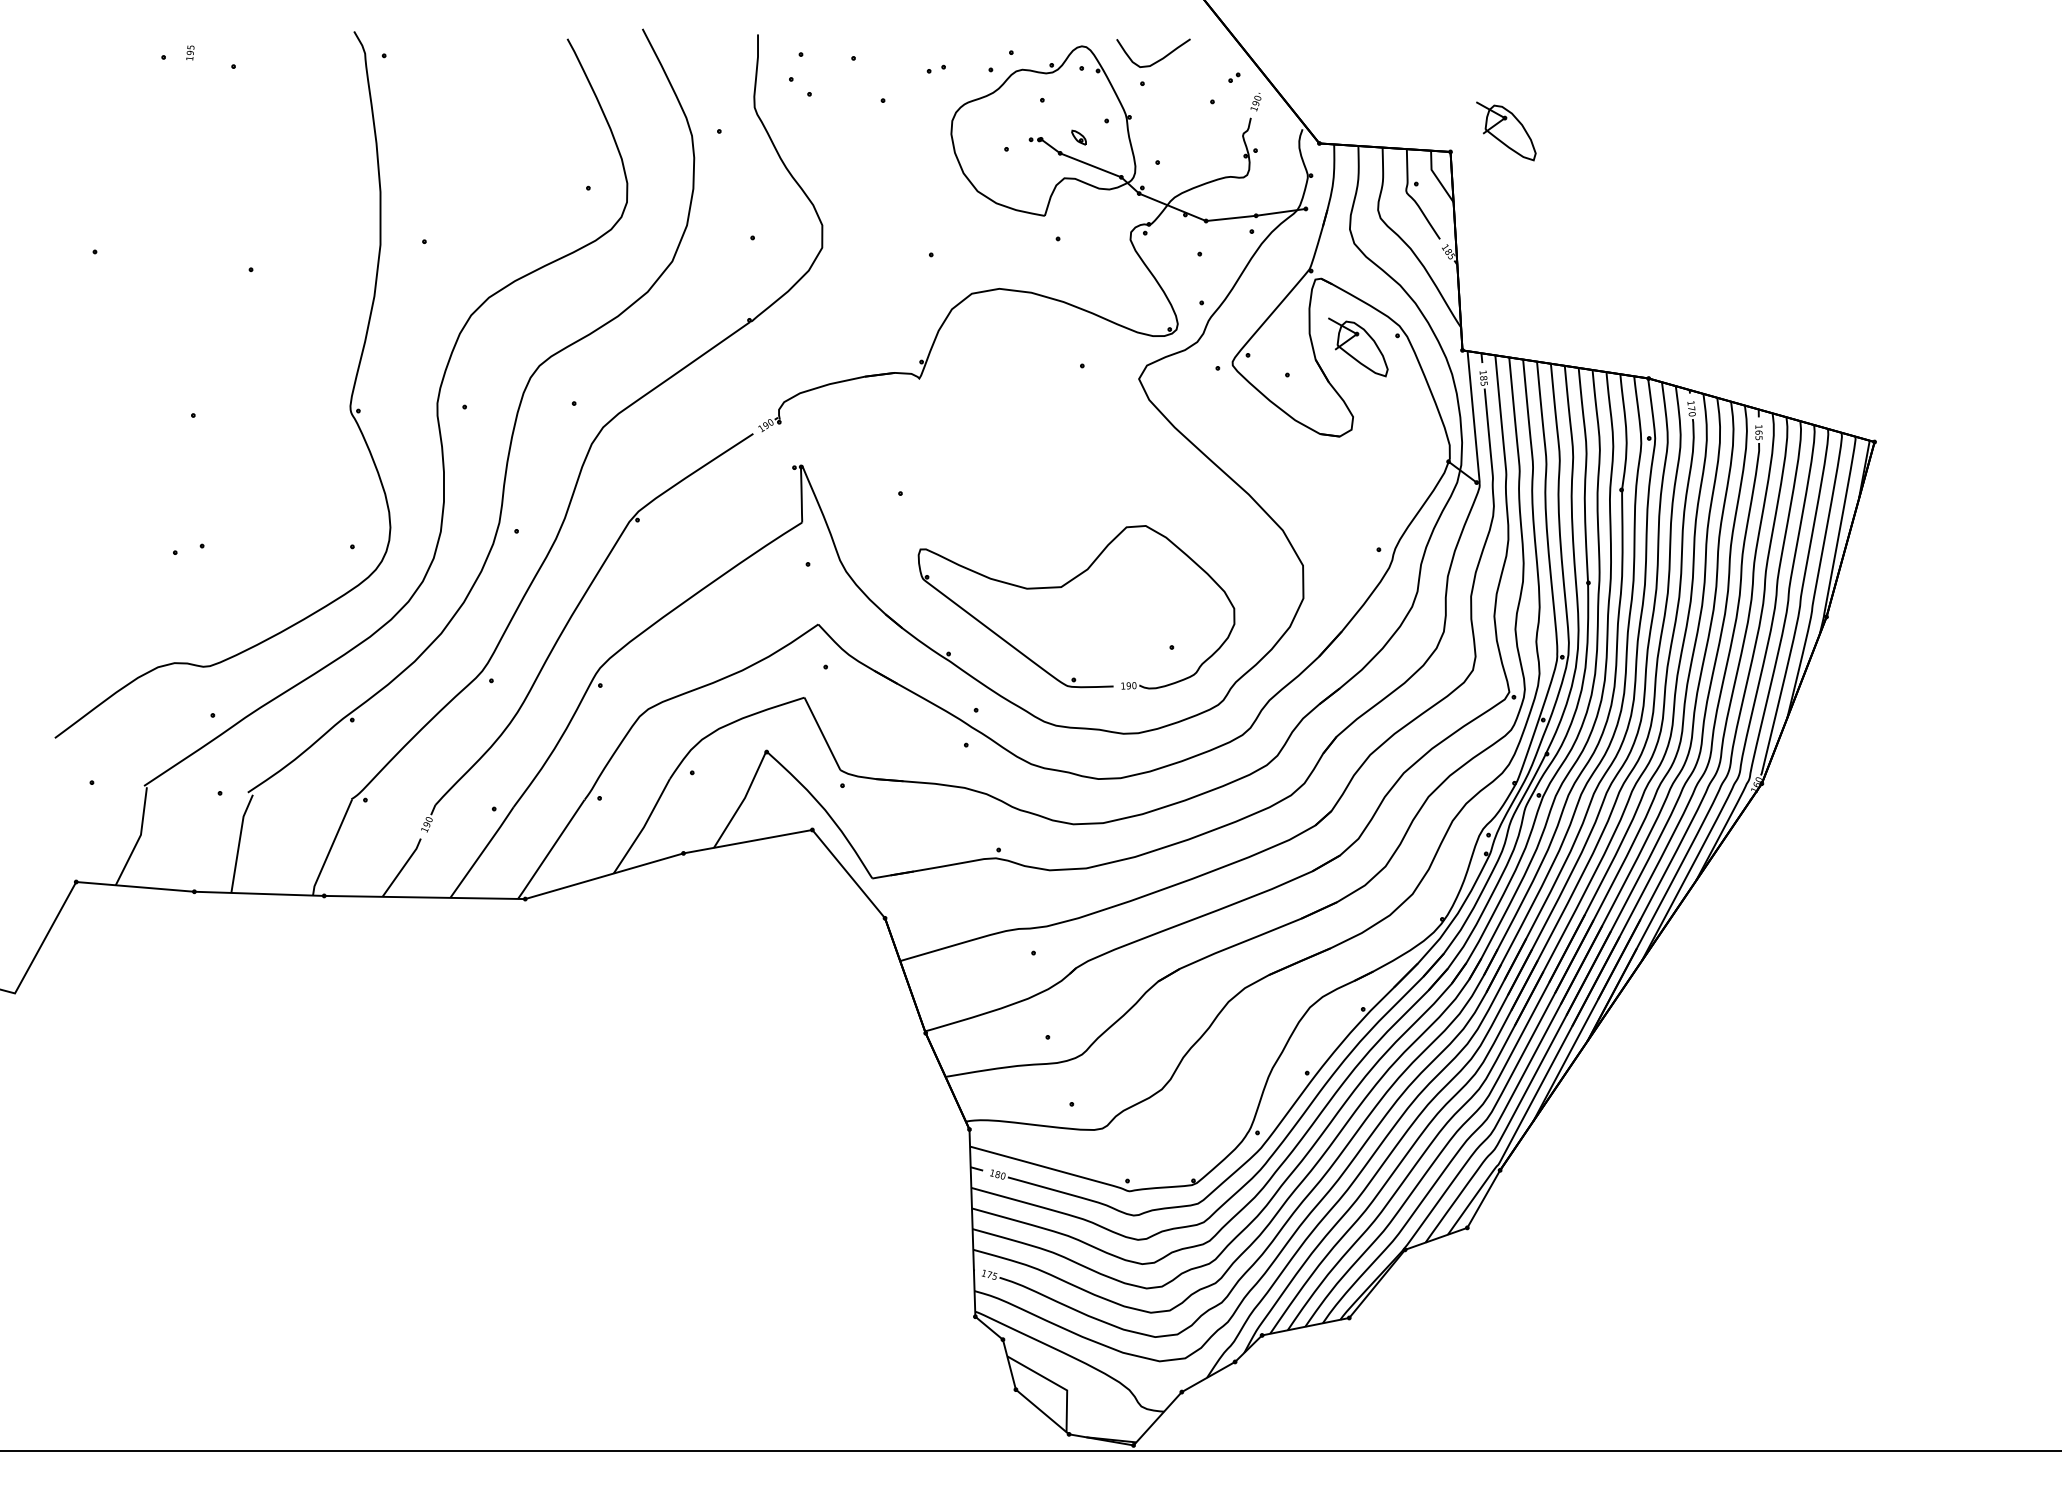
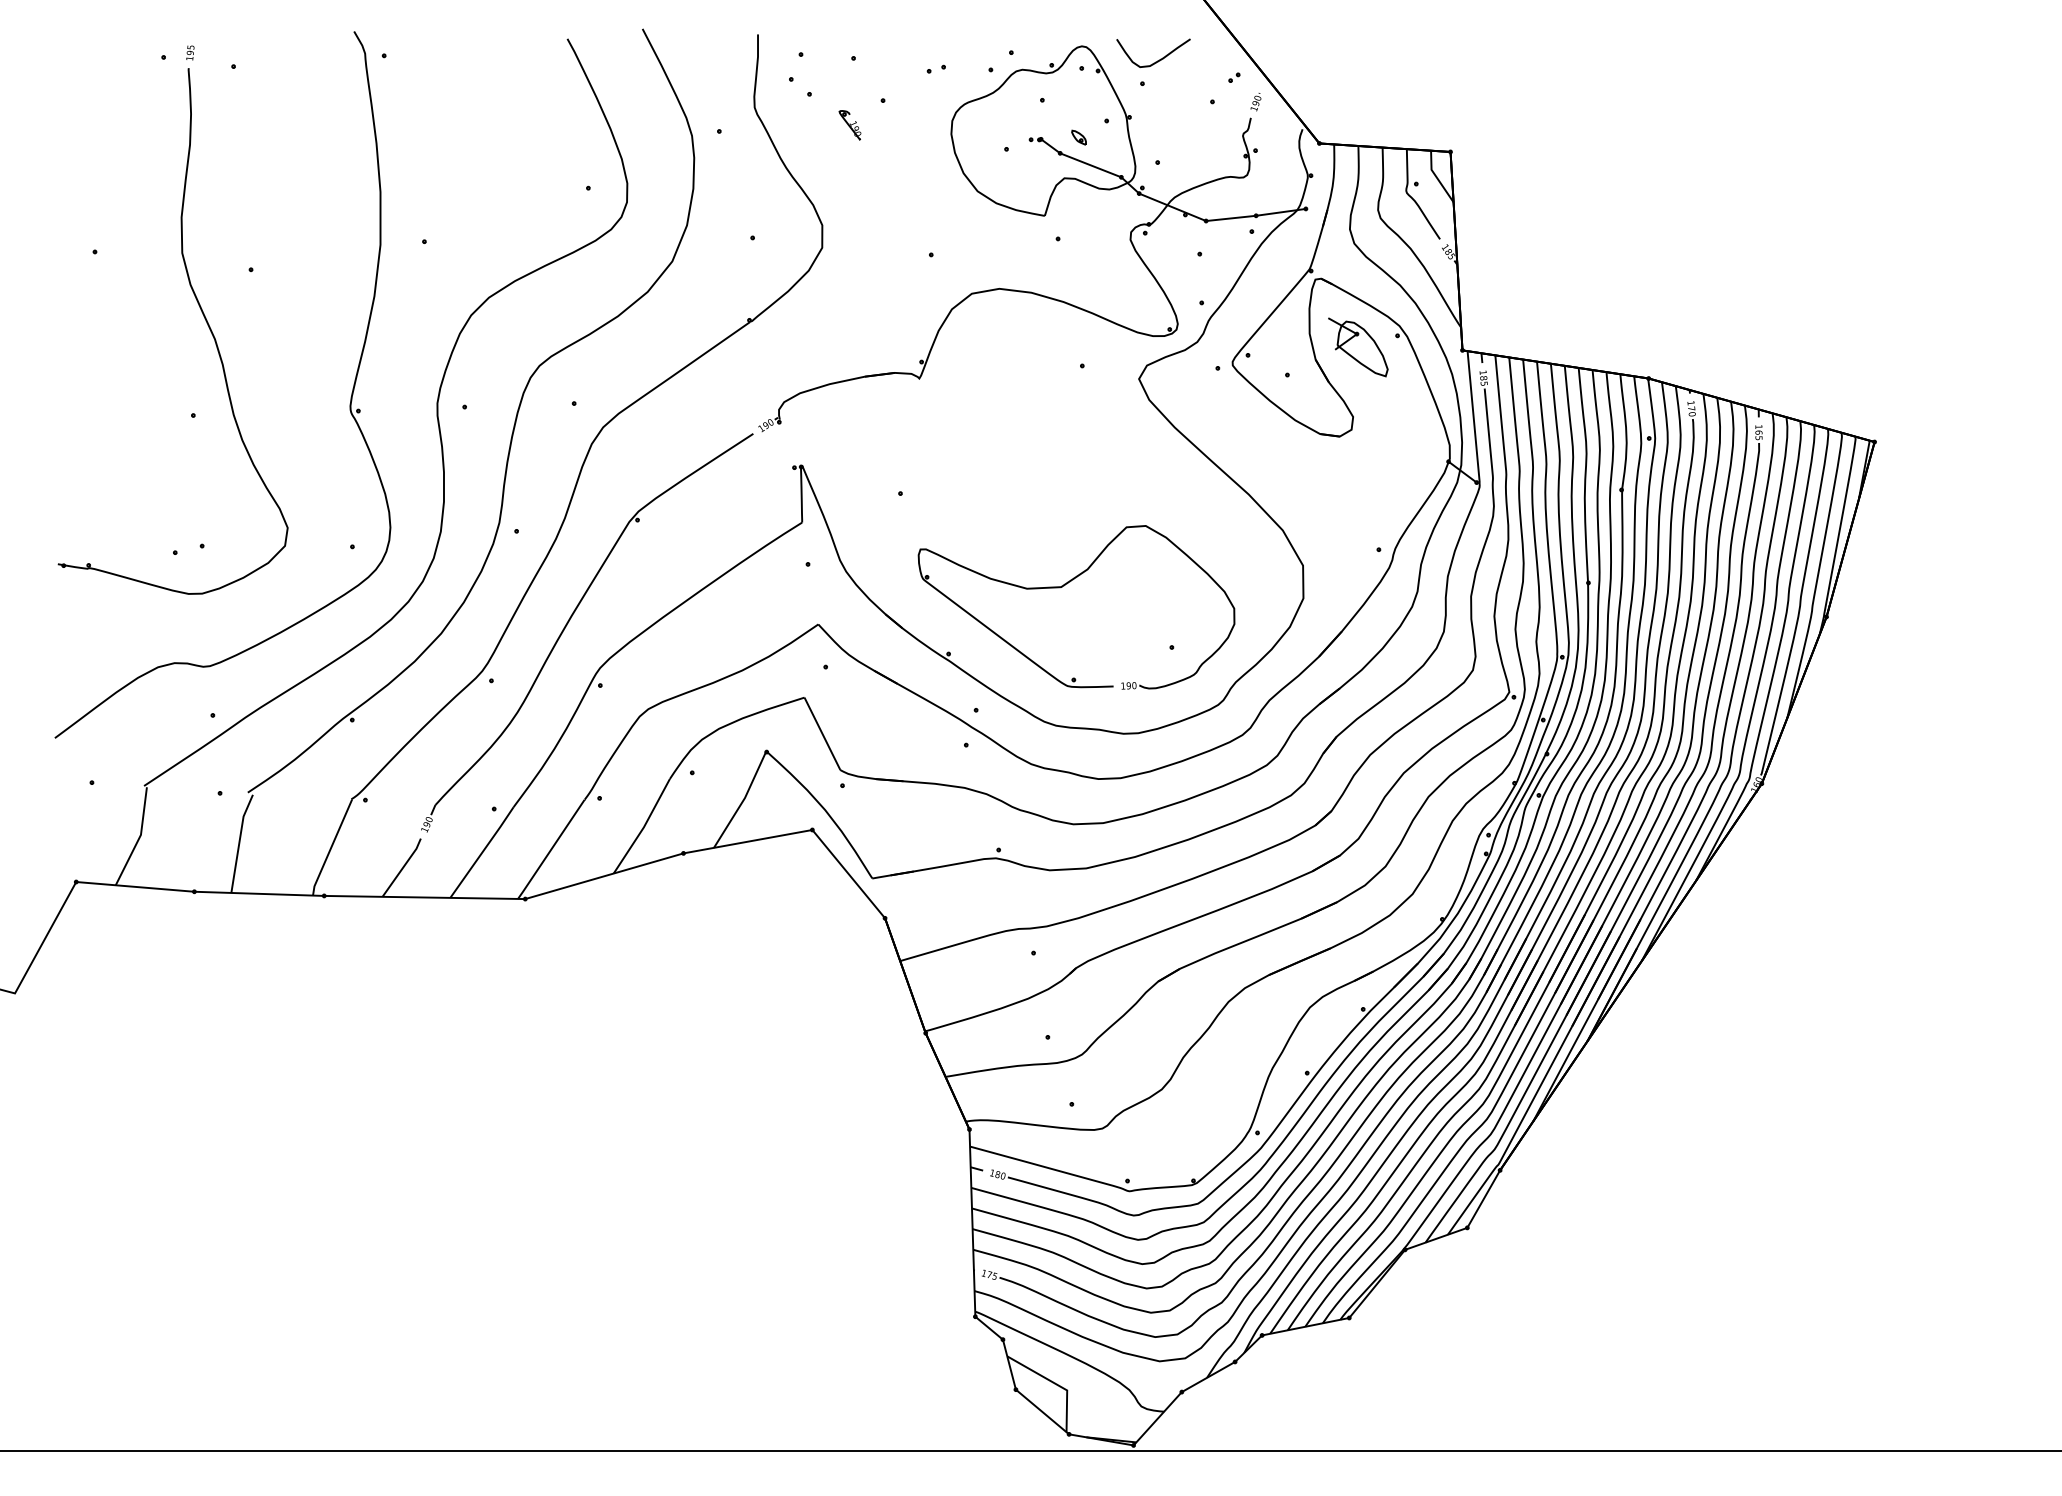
part at (849, 125): none -> present
part at (1506, 131): present -> none
part at (203, 316): none -> present
